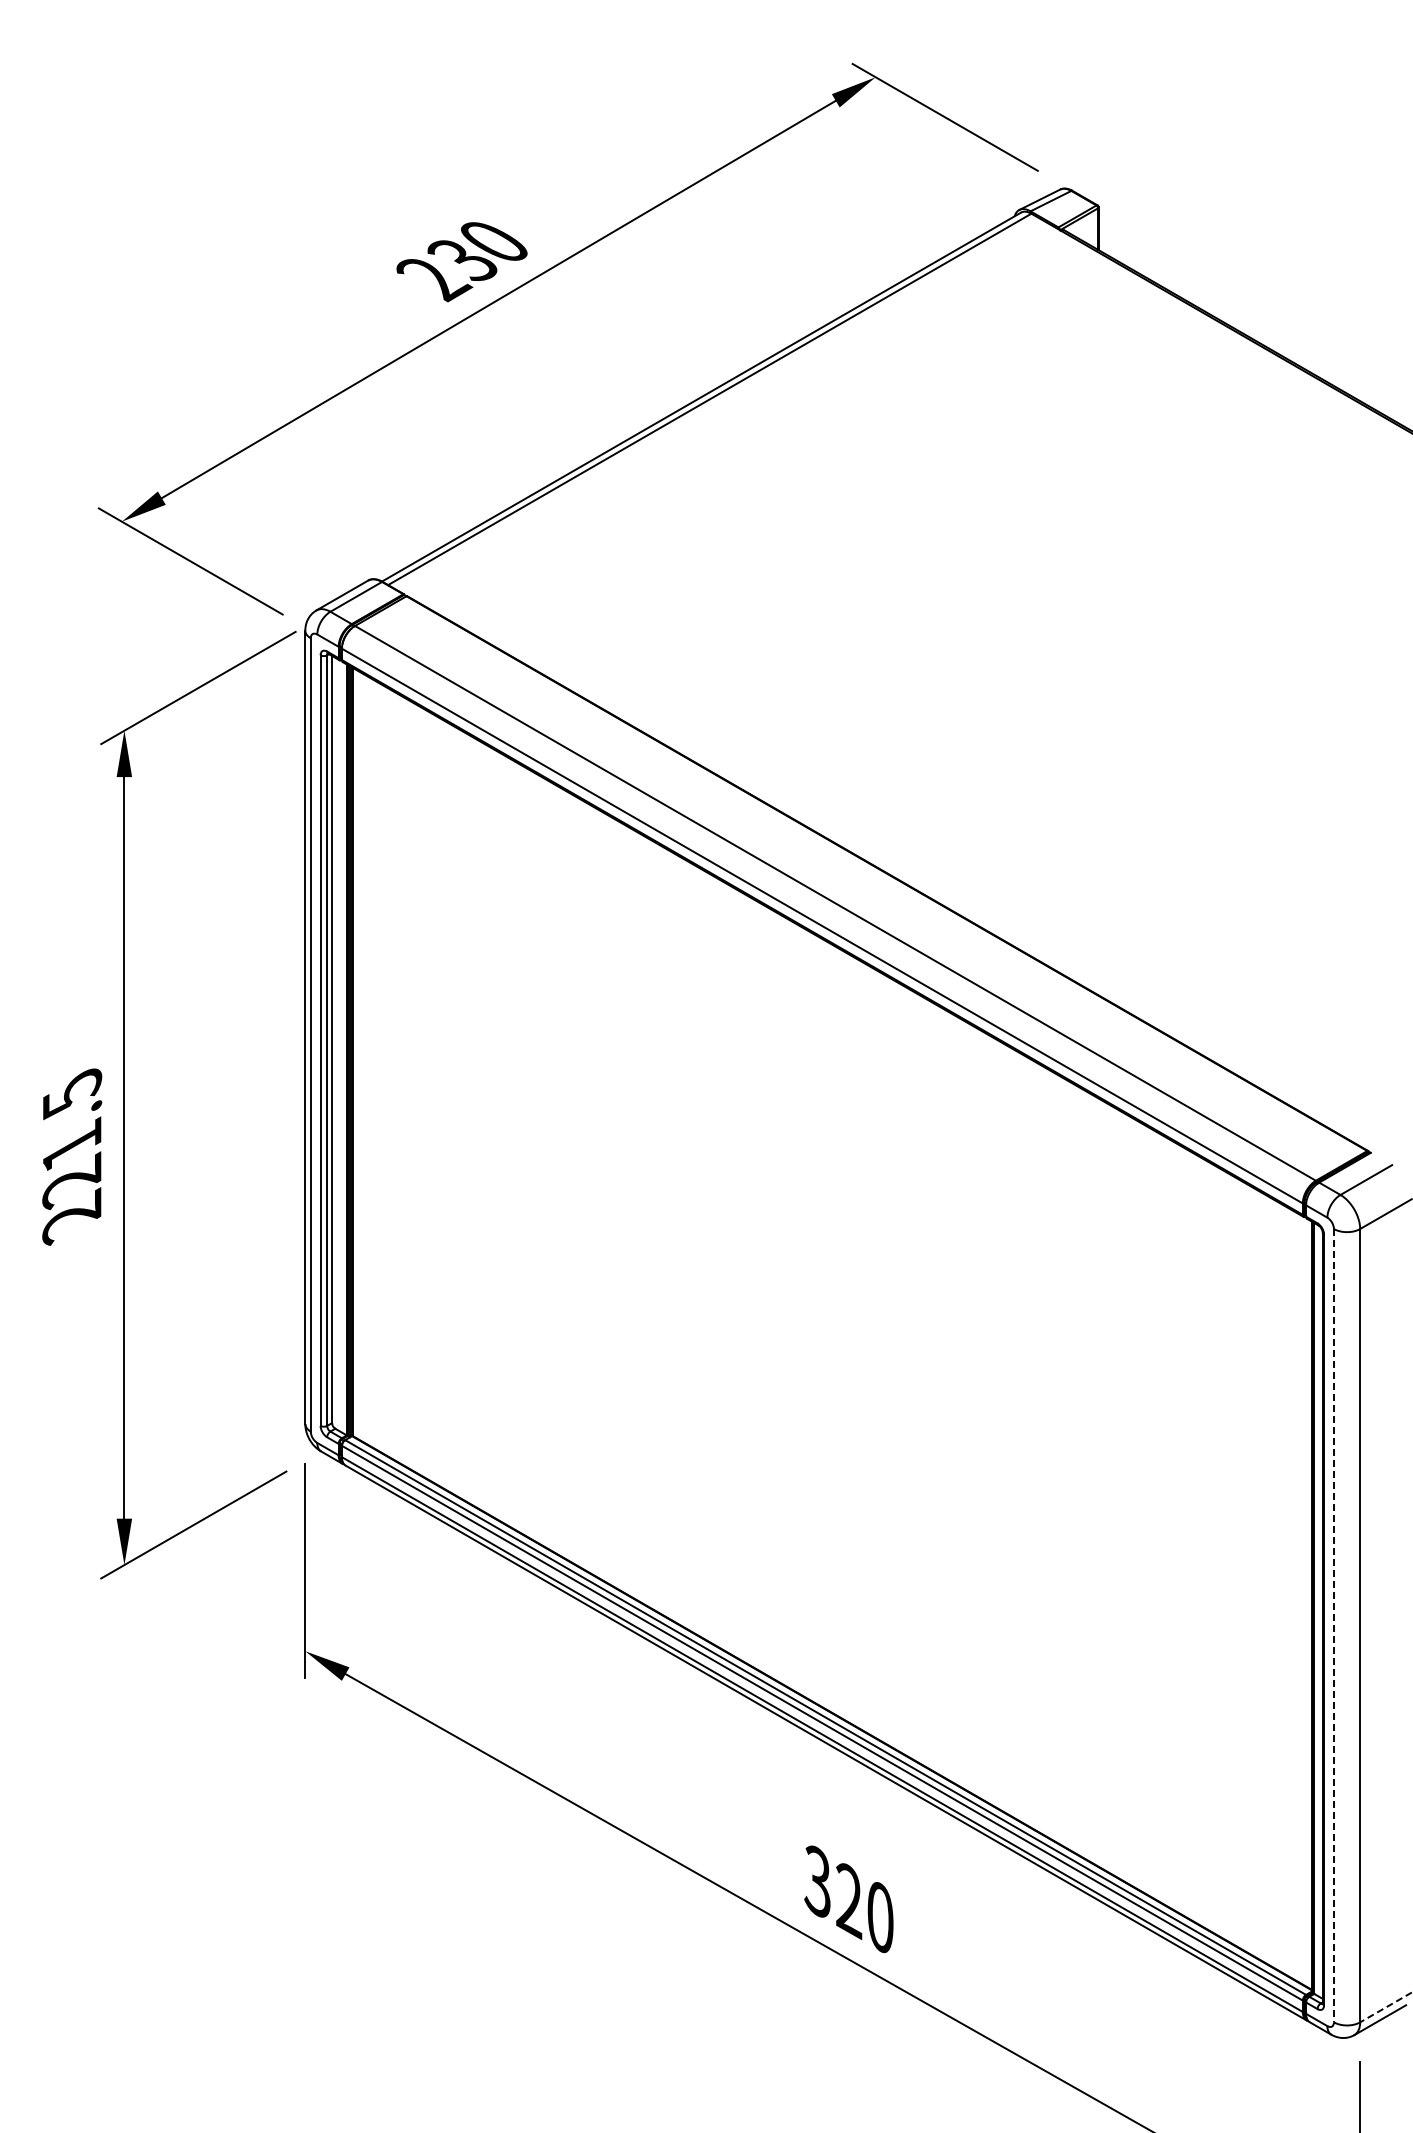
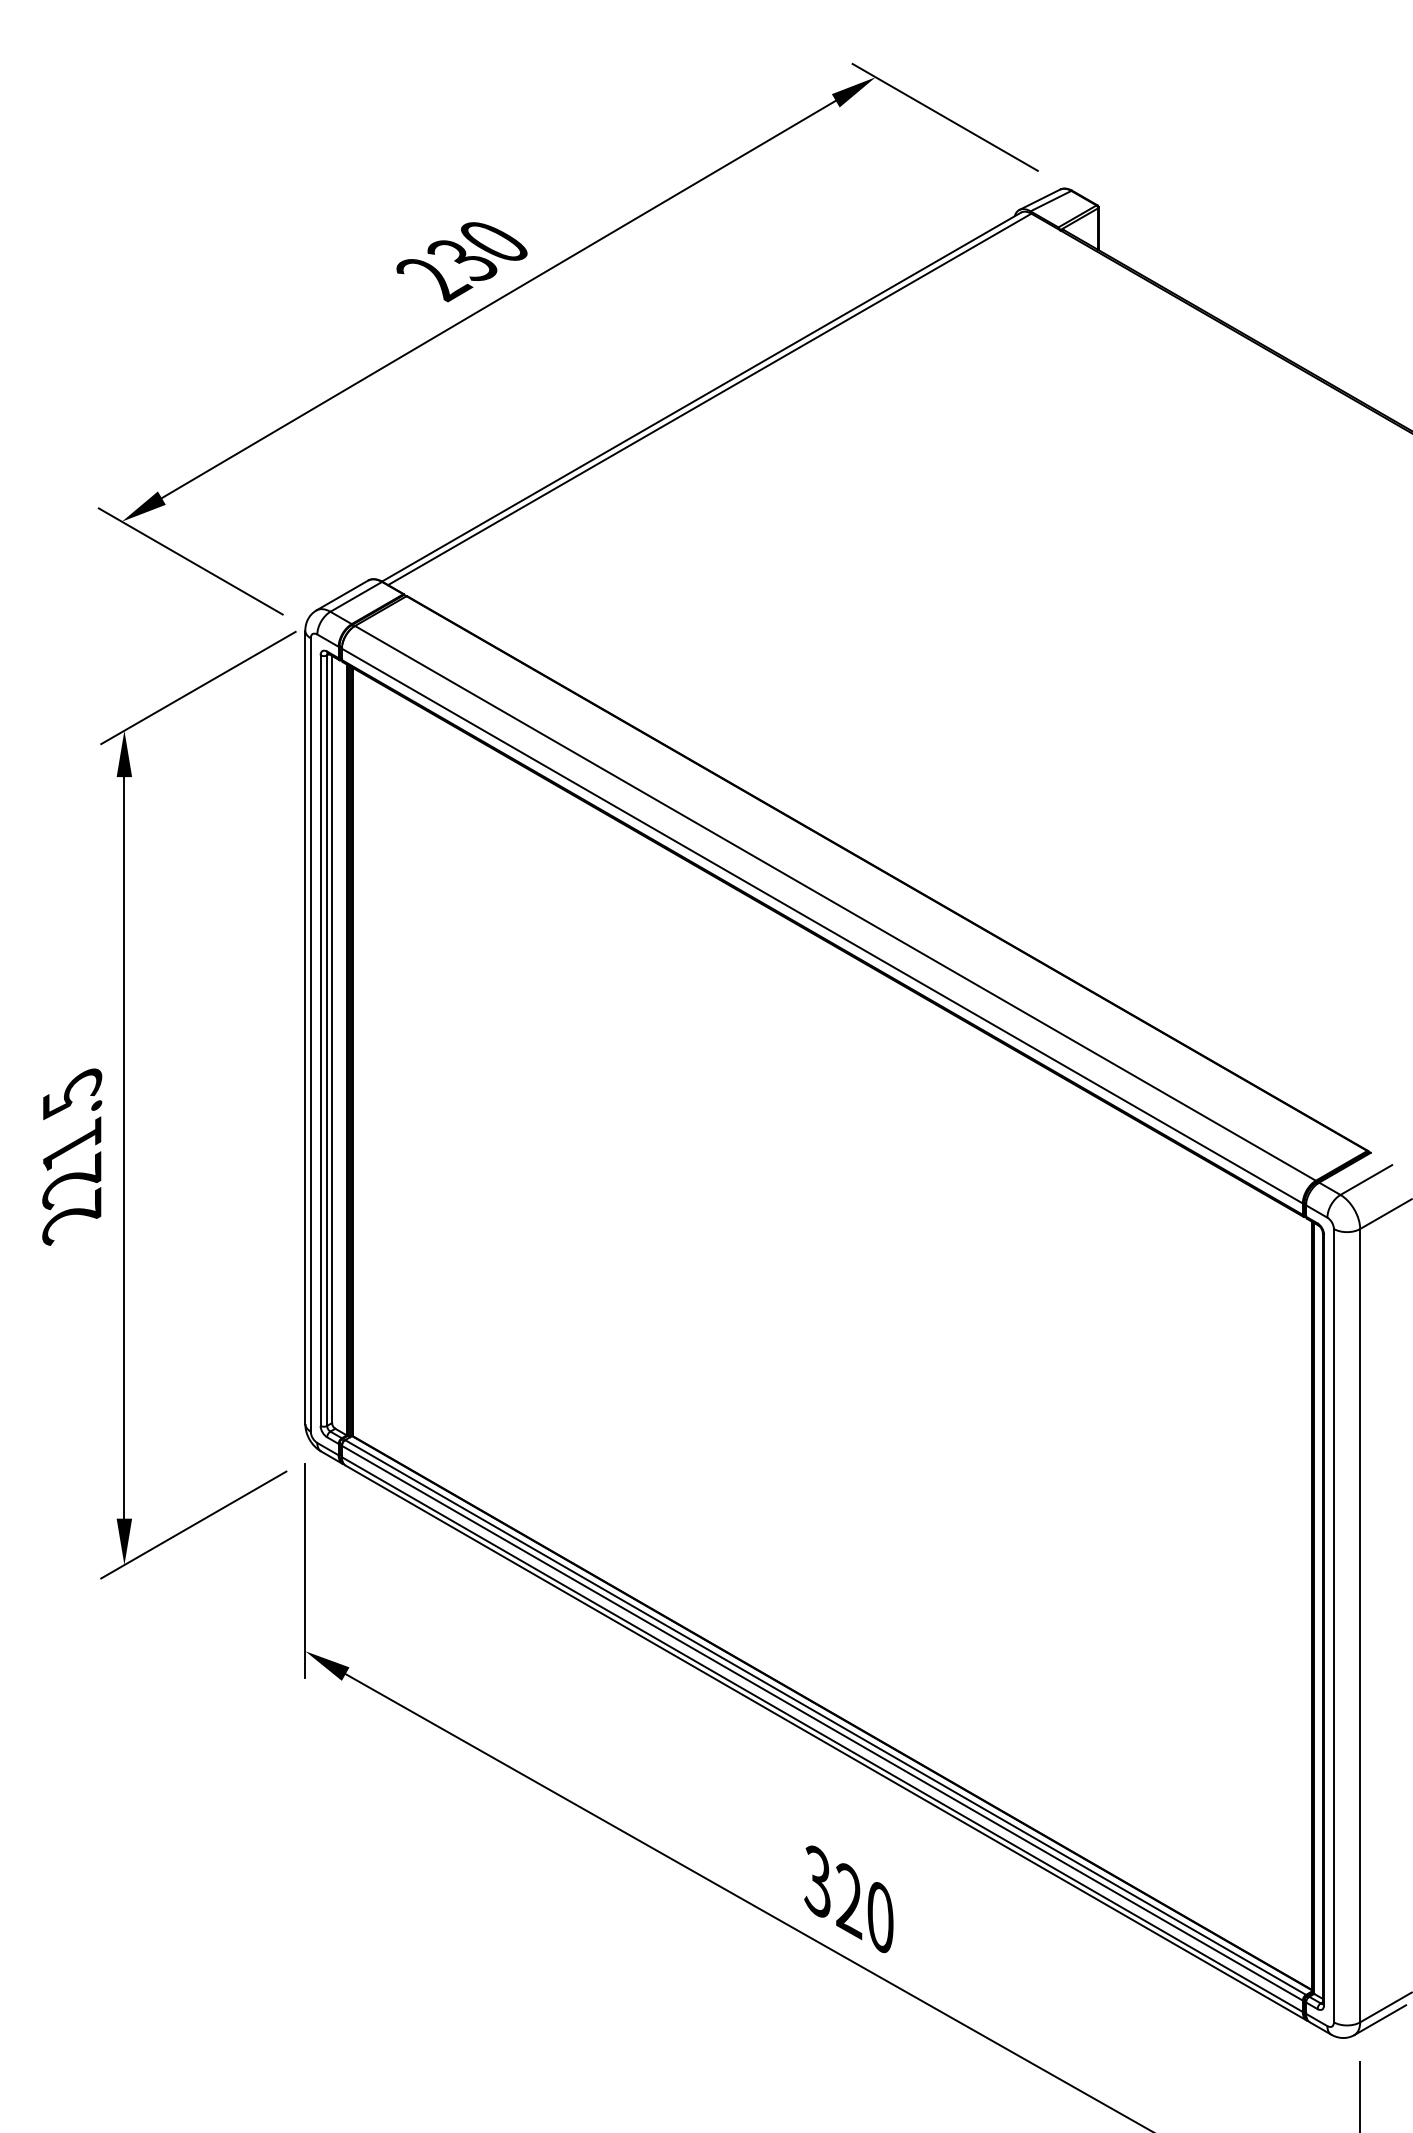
line at (1333, 1625): dashed -> solid
line at (1386, 2007): dashed -> solid
